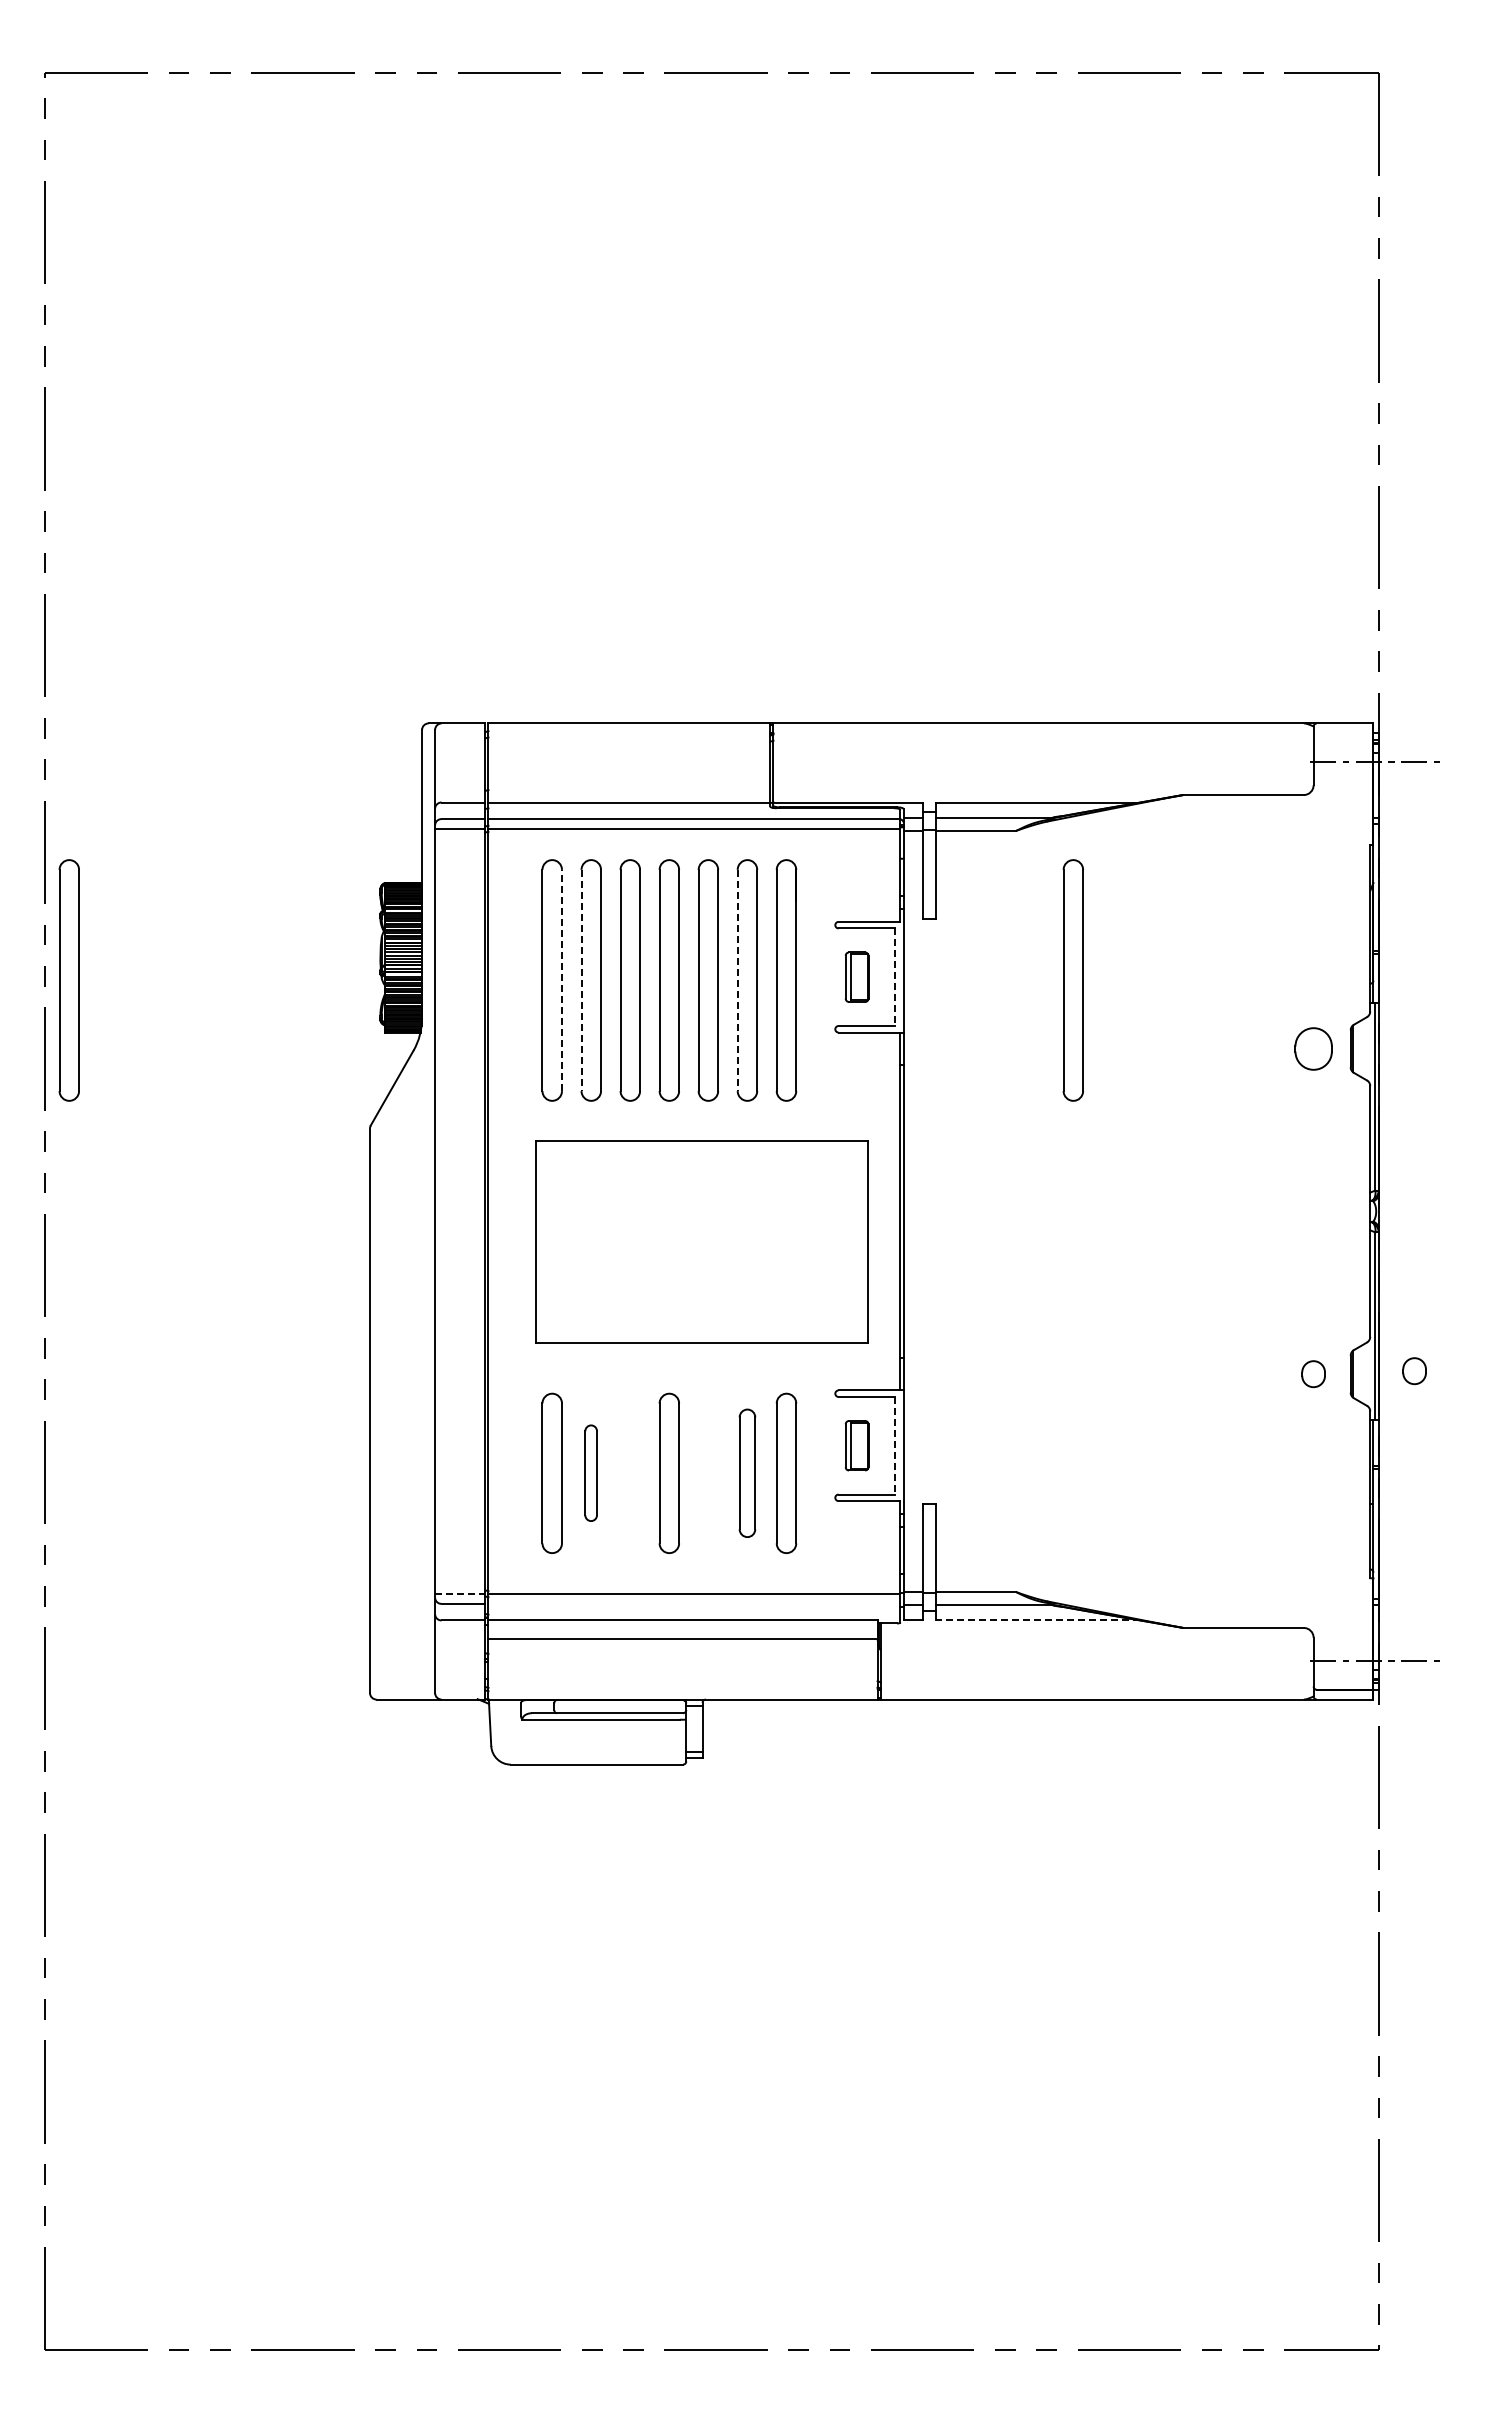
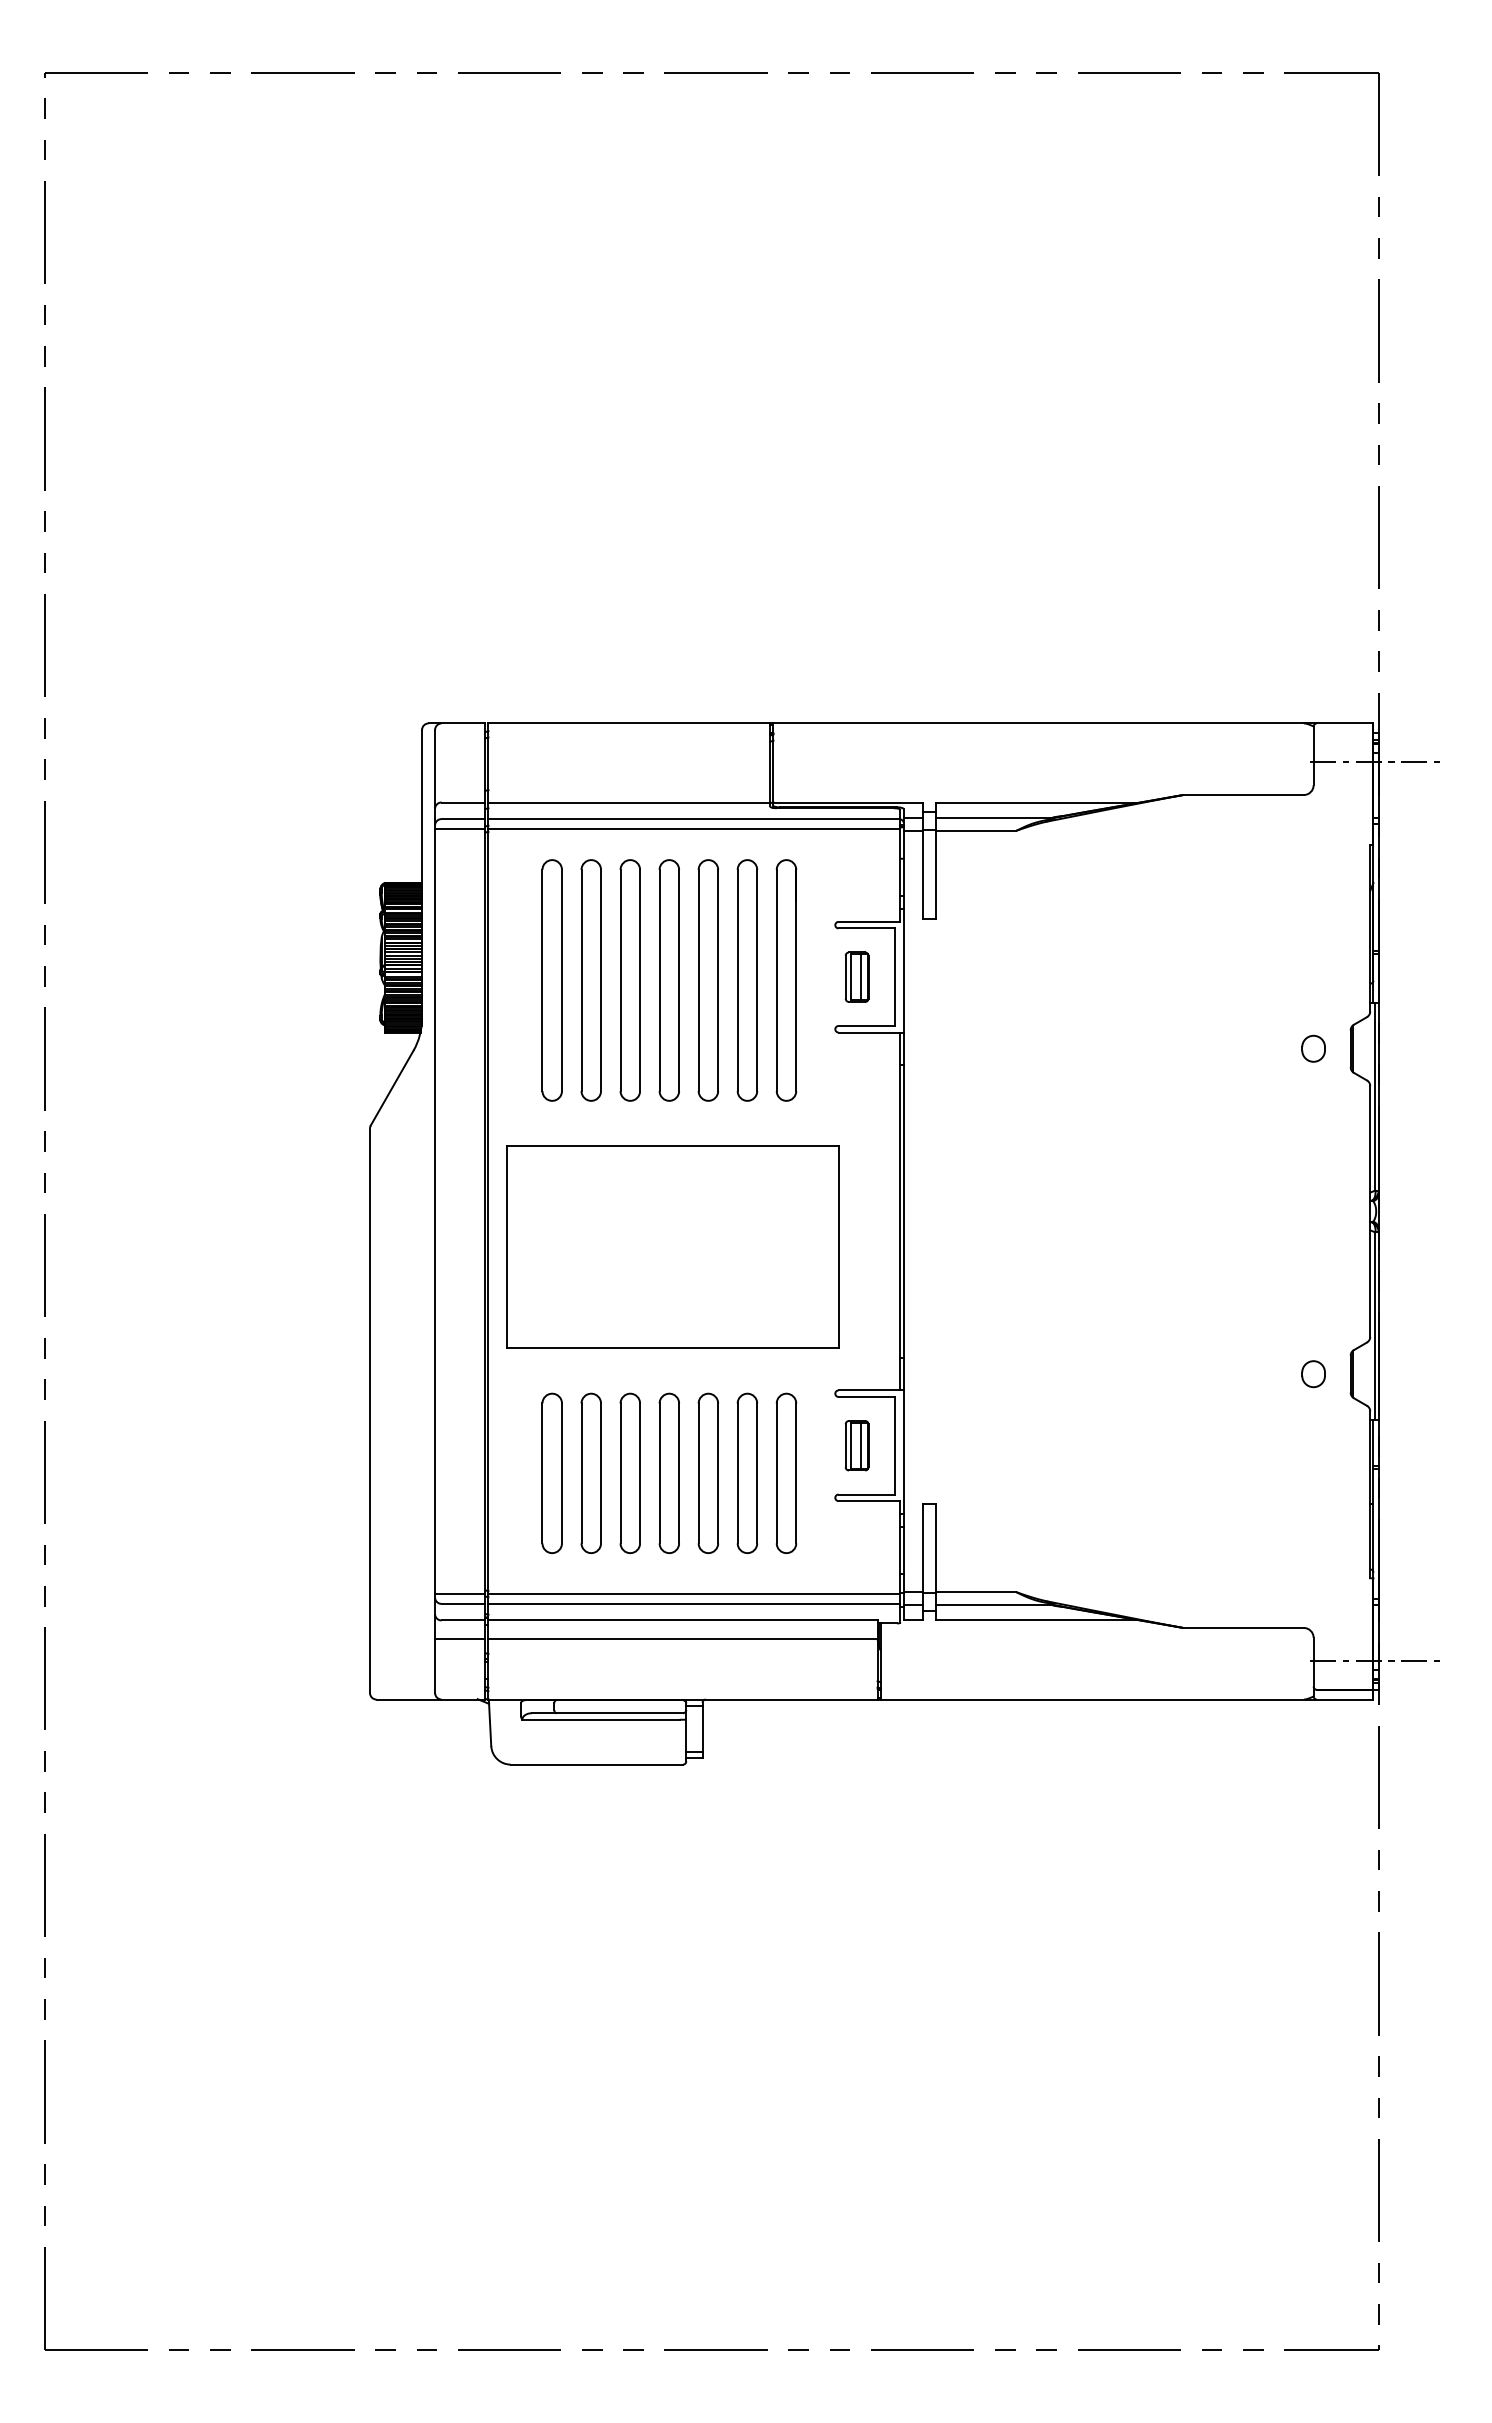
line at (861, 977): none -> present
line at (895, 977): dashed -> solid
part at (68, 980): present -> none
line at (562, 980): dashed -> solid
line at (581, 980): dashed -> solid
line at (737, 980): dashed -> solid
part at (1072, 980): present -> none
part at (1313, 1048) size: 39x44 px -> 25x29 px
part at (701, 1241) position: (701, 1241) -> (672, 1246)
part at (1414, 1371): present -> none
line at (861, 1445): none -> present
line at (895, 1445): dashed -> solid
part at (590, 1472) size: 14x98 px -> 22x162 px
part at (629, 1472): none -> present
part at (707, 1472): none -> present
part at (747, 1472) size: 19x130 px -> 23x162 px
line at (460, 1594): dashed -> solid
line at (694, 1603): none -> present
line at (1037, 1620): dashed -> solid
line at (460, 1639): none -> present
